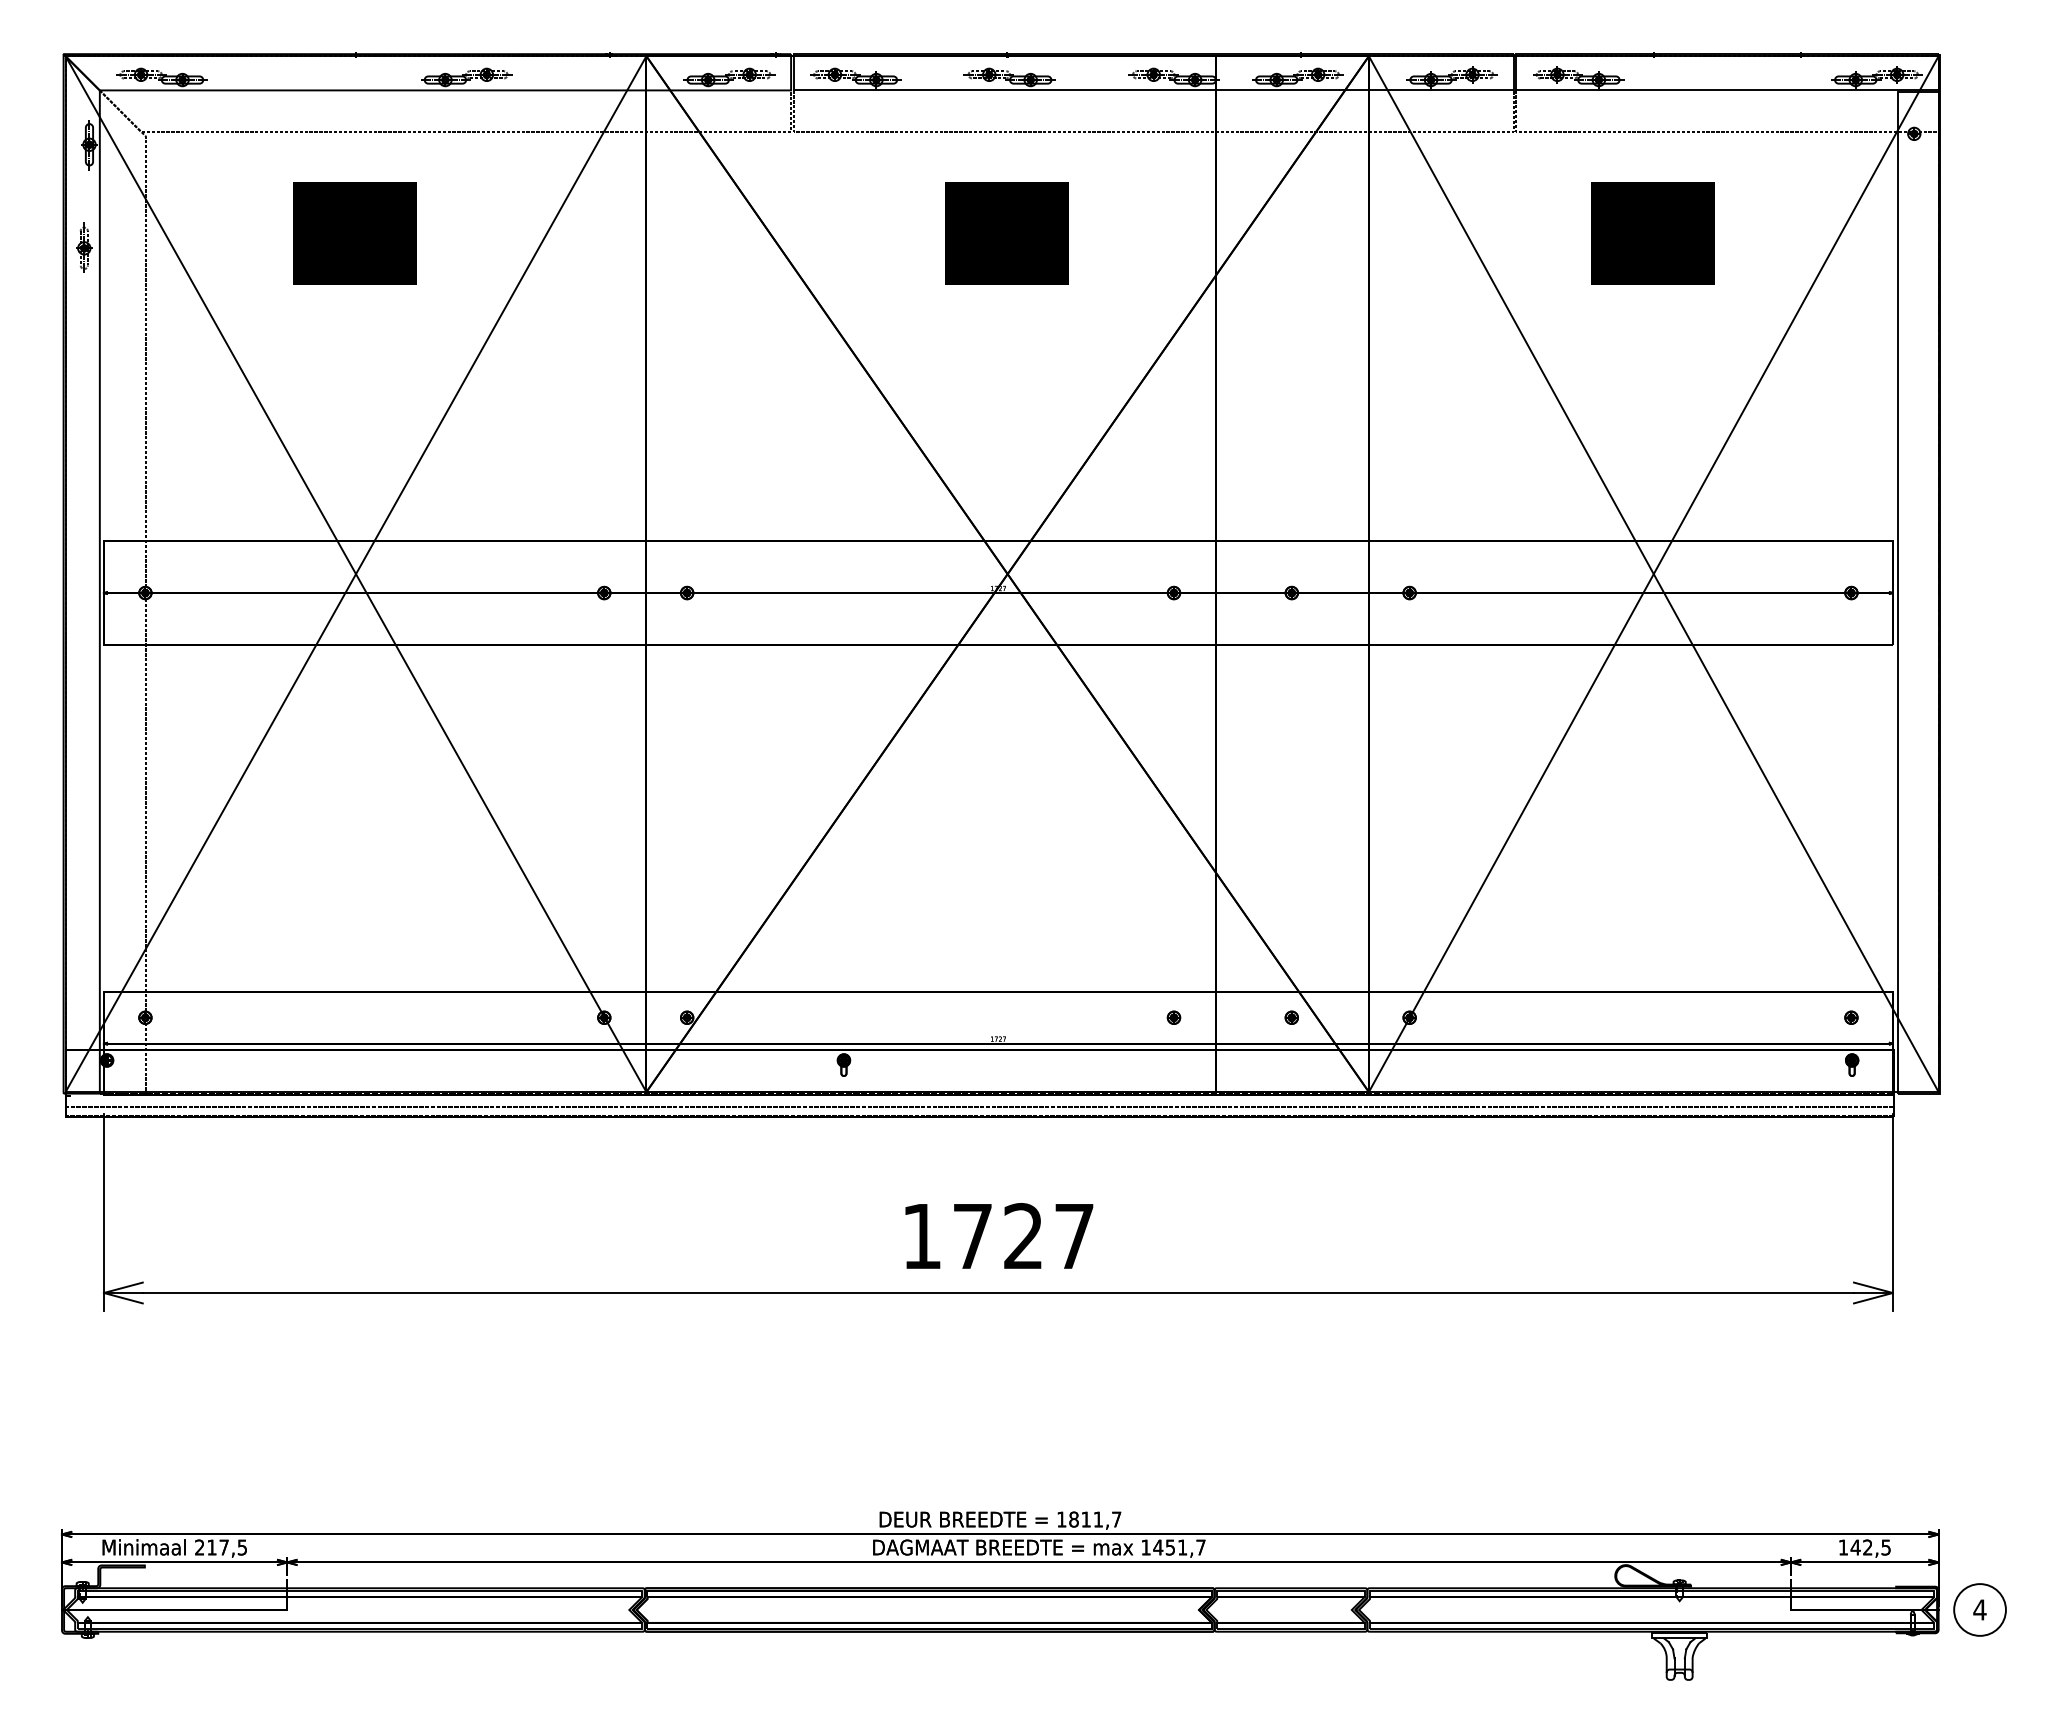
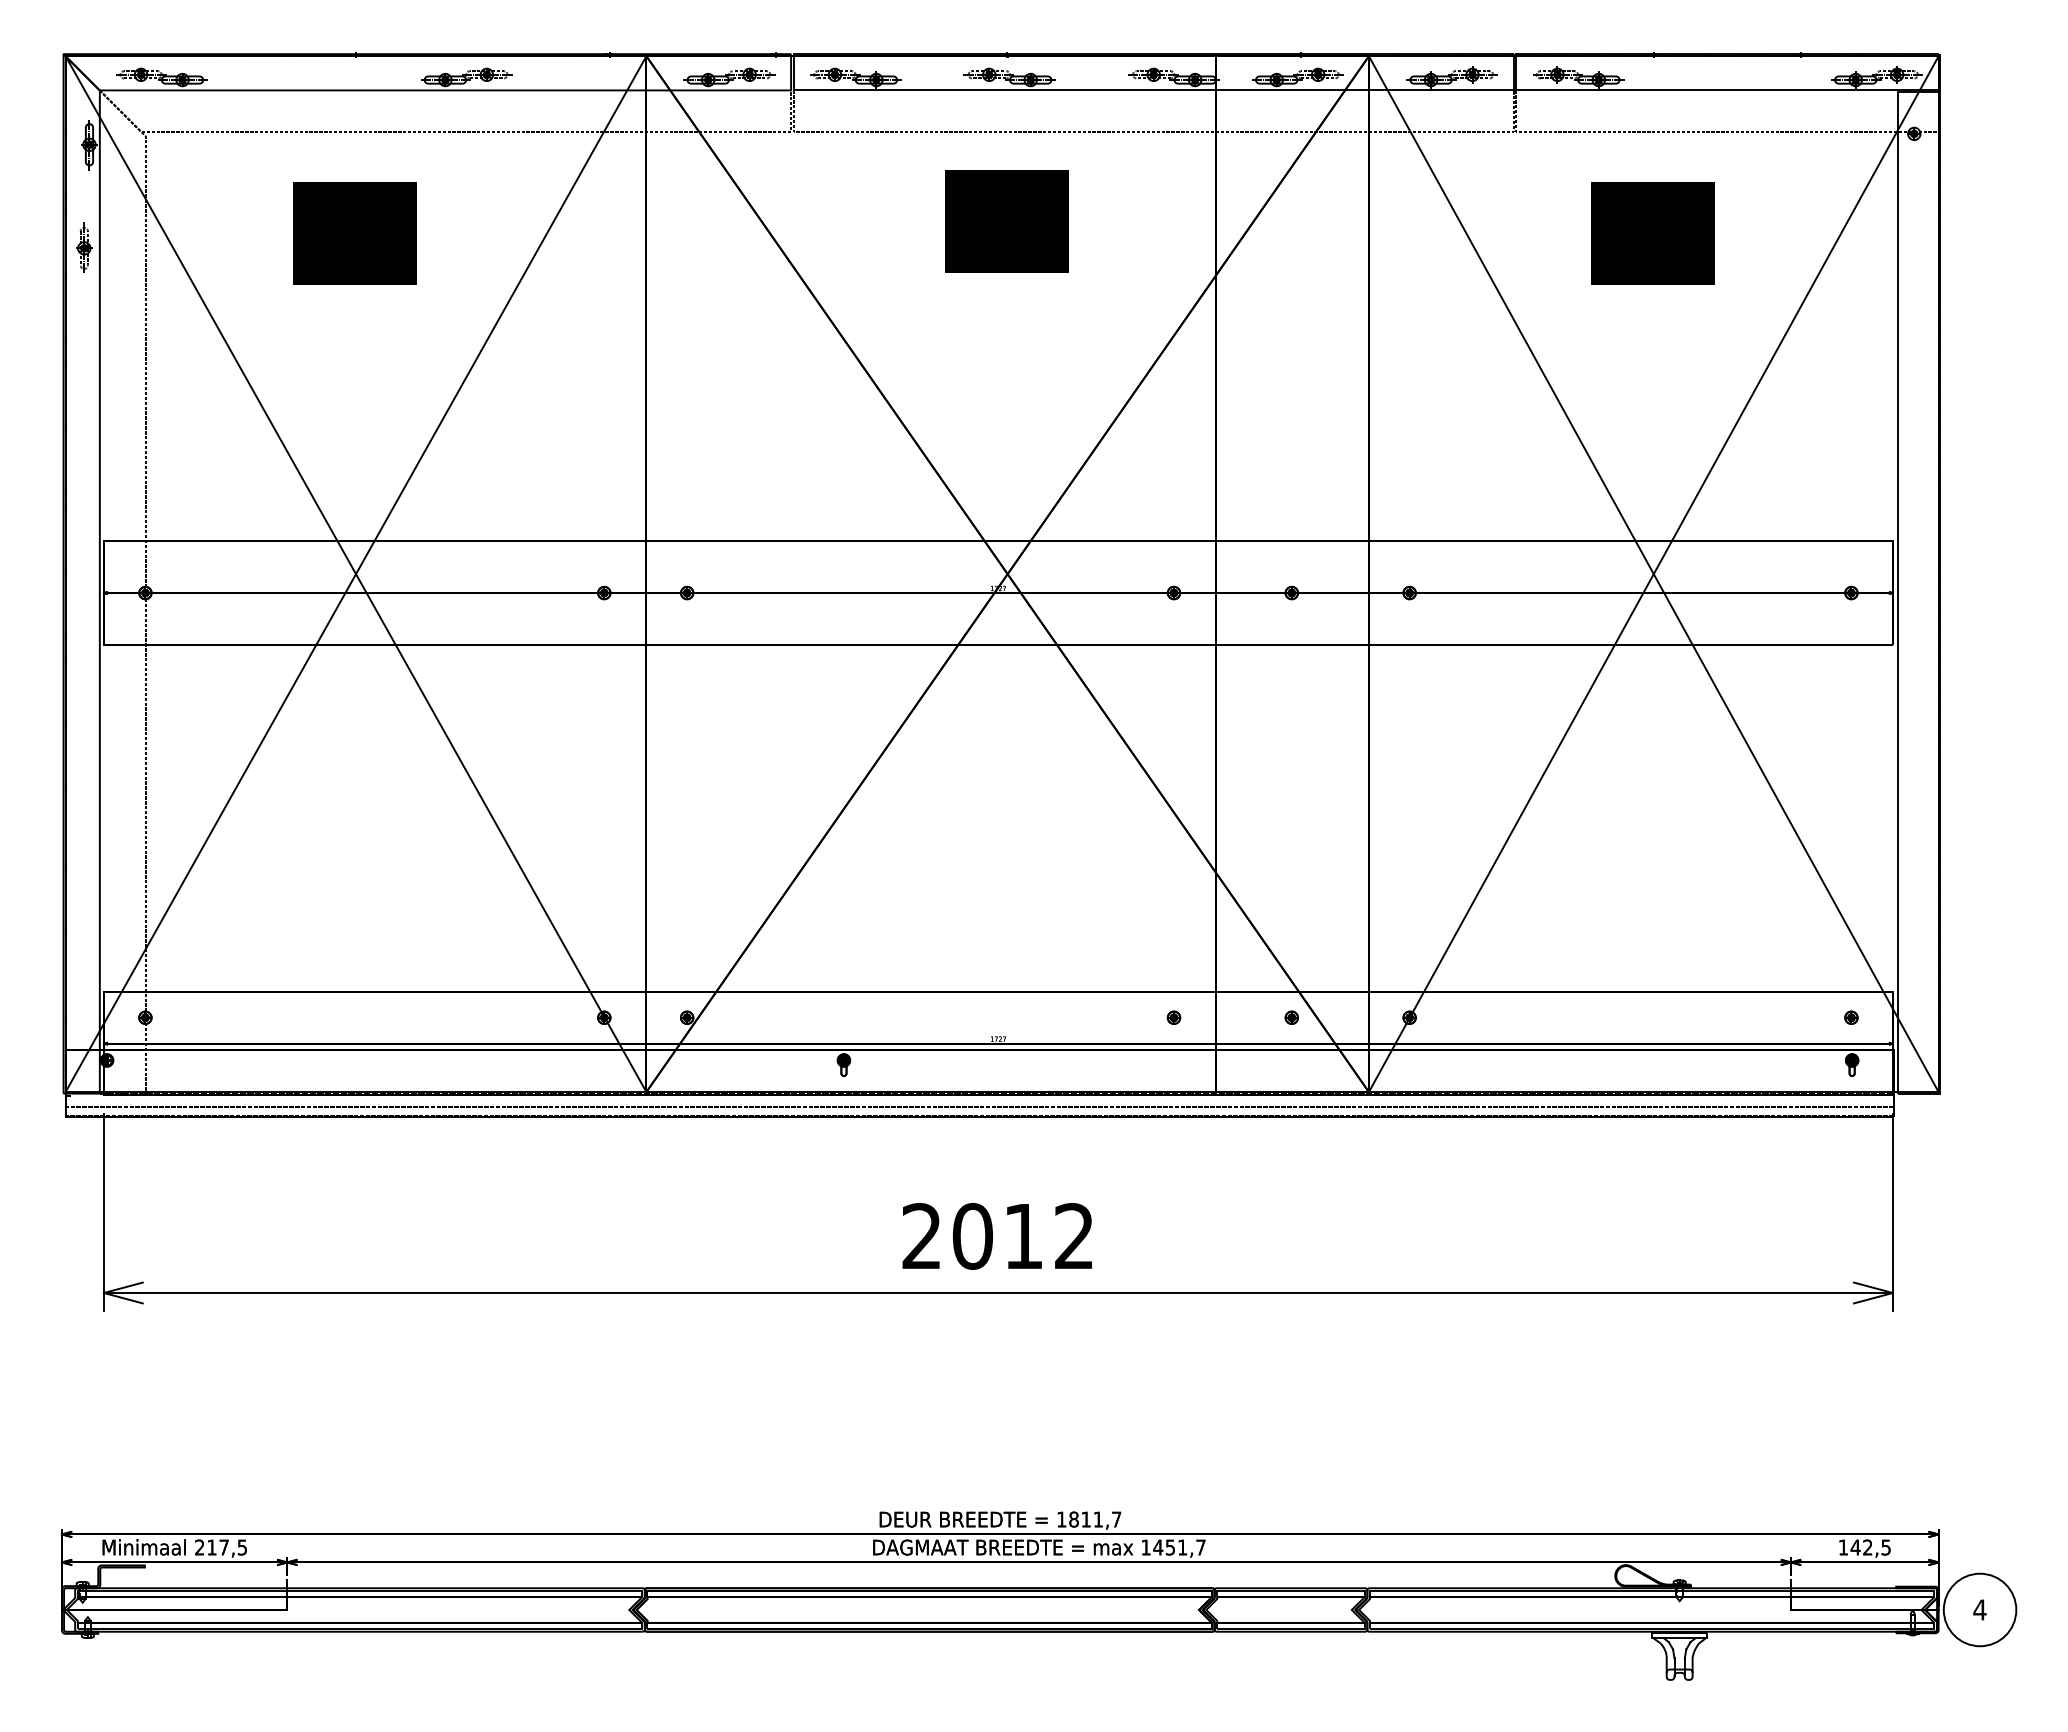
text at (1006, 233) position: (1006, 233) -> (1006, 221)
text at (997, 1236): 1727 -> 2012
circle at (1979, 1609) diameter: 52 px -> 73 px
